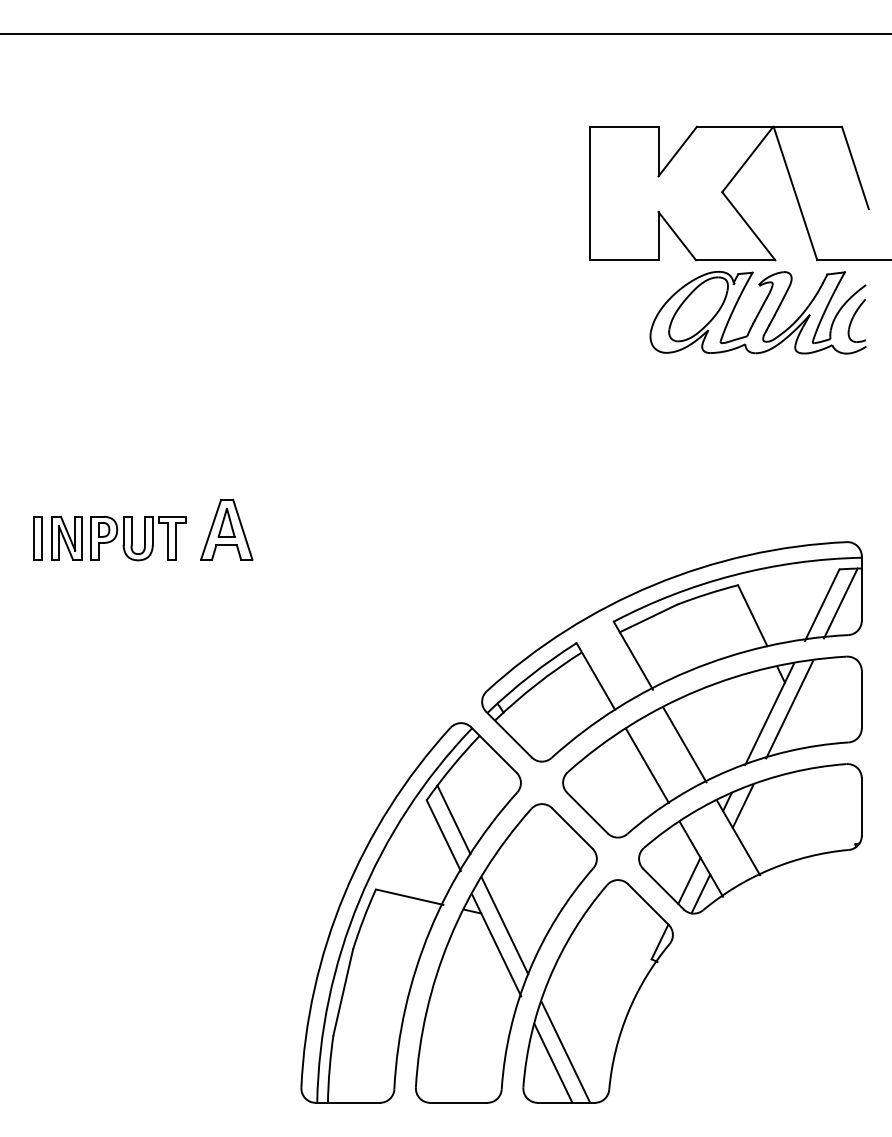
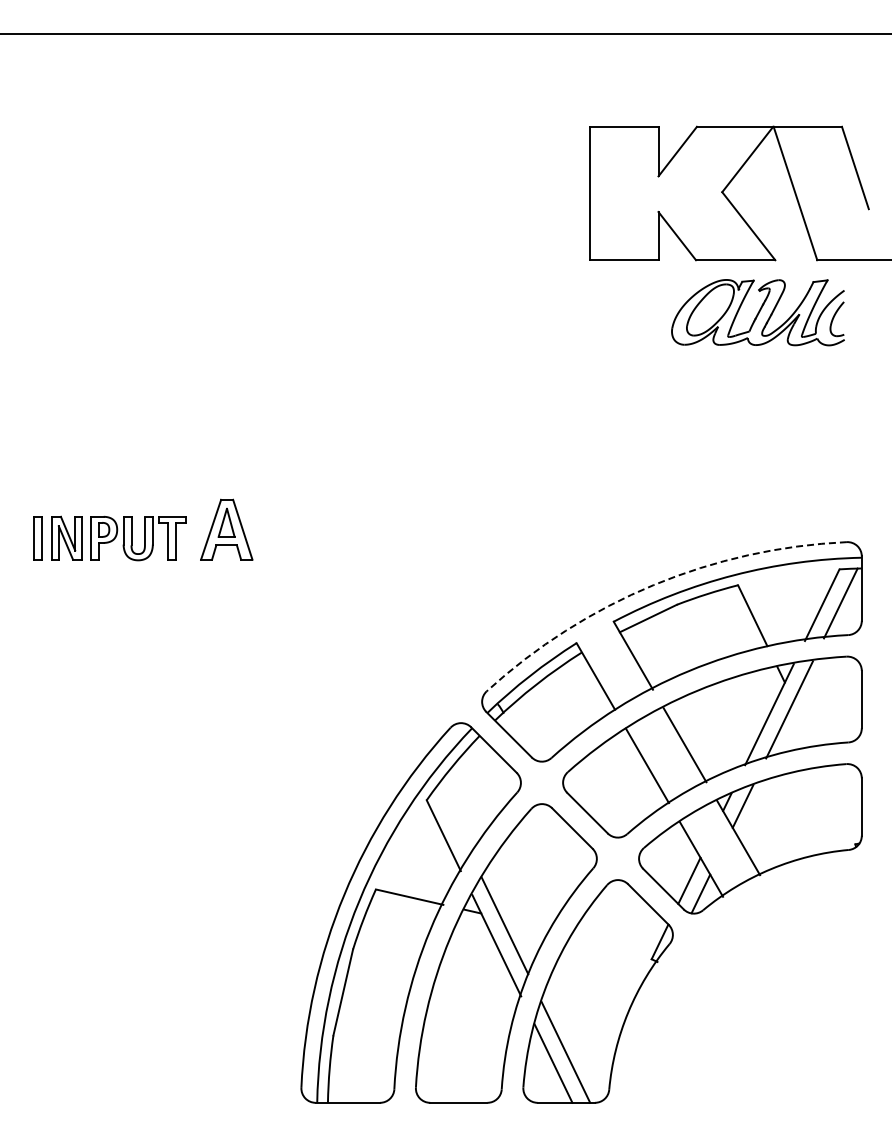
part at (757, 312) size: 218x85 px -> 174x68 px
arc at (653, 585): solid -> dashed
line at (453, 819): present -> none
